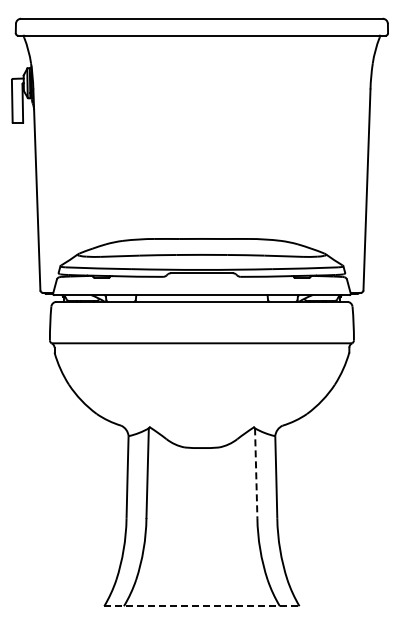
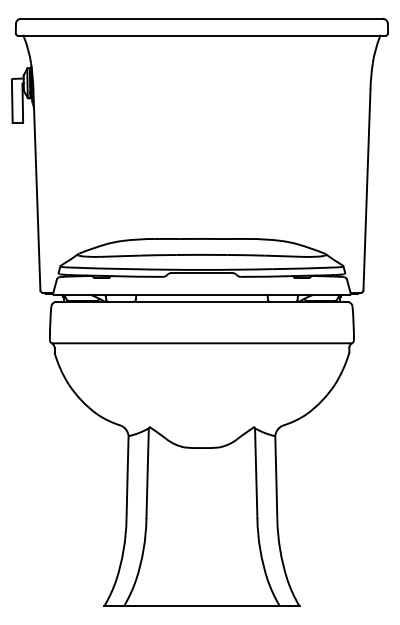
line at (256, 473): dashed -> solid
line at (201, 606): dashed -> solid
